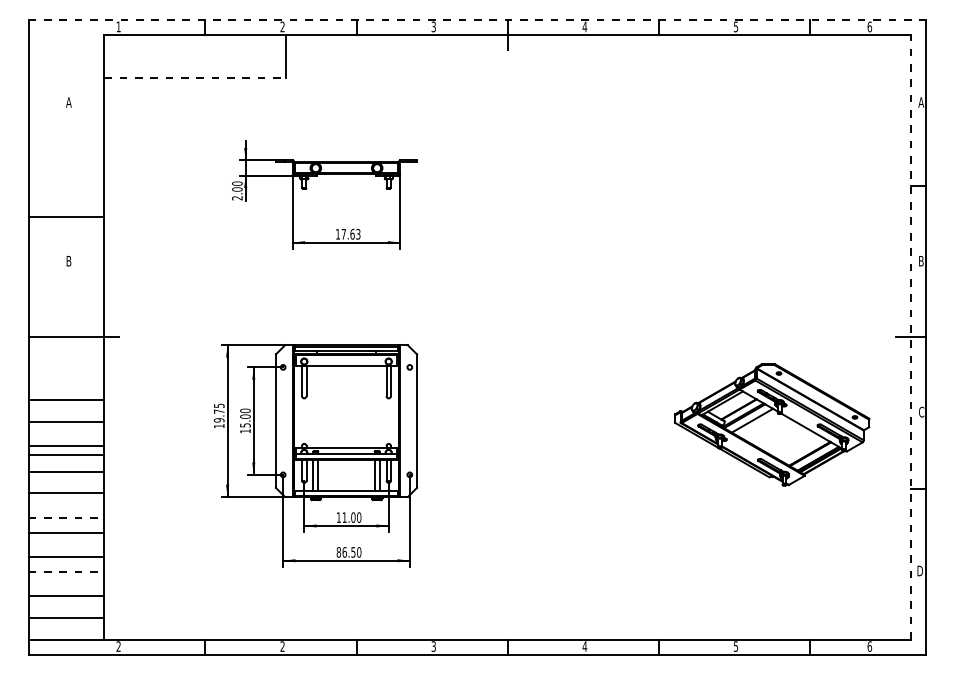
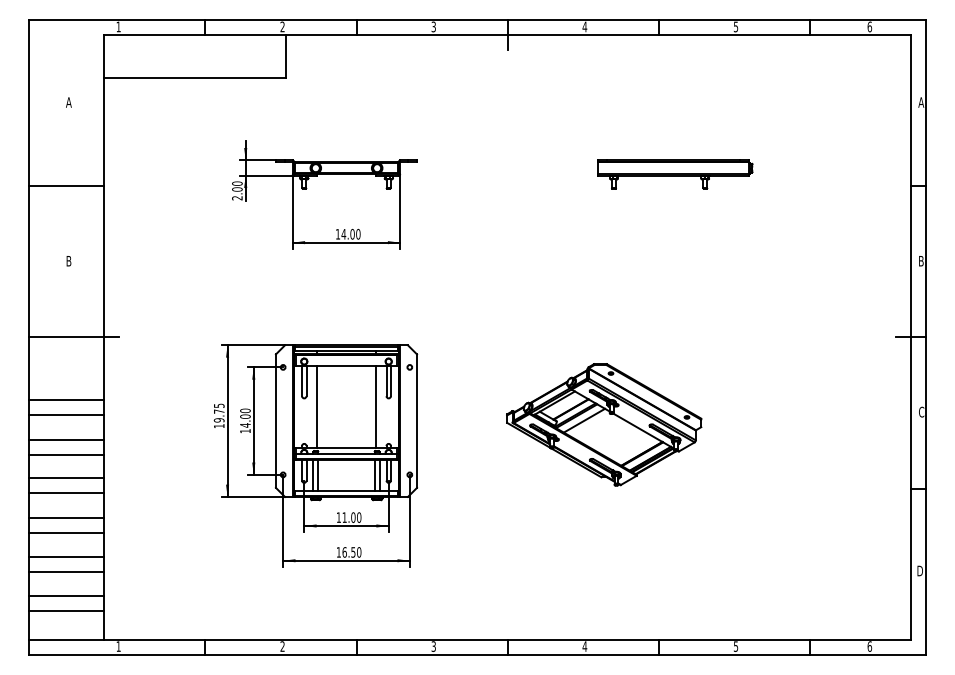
line at (477, 20): dashed -> solid
line at (194, 77): dashed -> solid
part at (675, 174): none -> present
line at (66, 217) position: (66, 217) -> (66, 186)
text at (350, 234): 17.63 -> 14.00
line at (911, 336): dashed -> solid
line at (316, 407): none -> present
line at (376, 407): none -> present
line at (66, 422) position: (66, 422) -> (66, 415)
part at (772, 424) position: (772, 424) -> (604, 424)
text at (245, 425): 15.00 -> 14.00
line at (66, 445) position: (66, 445) -> (66, 439)
line at (66, 472) position: (66, 472) -> (66, 478)
line at (66, 517): dashed -> solid
text at (338, 552): 86.50 -> 16.50
line at (66, 571): dashed -> solid
line at (66, 618) position: (66, 618) -> (66, 611)
text at (118, 646): 2 -> 1
